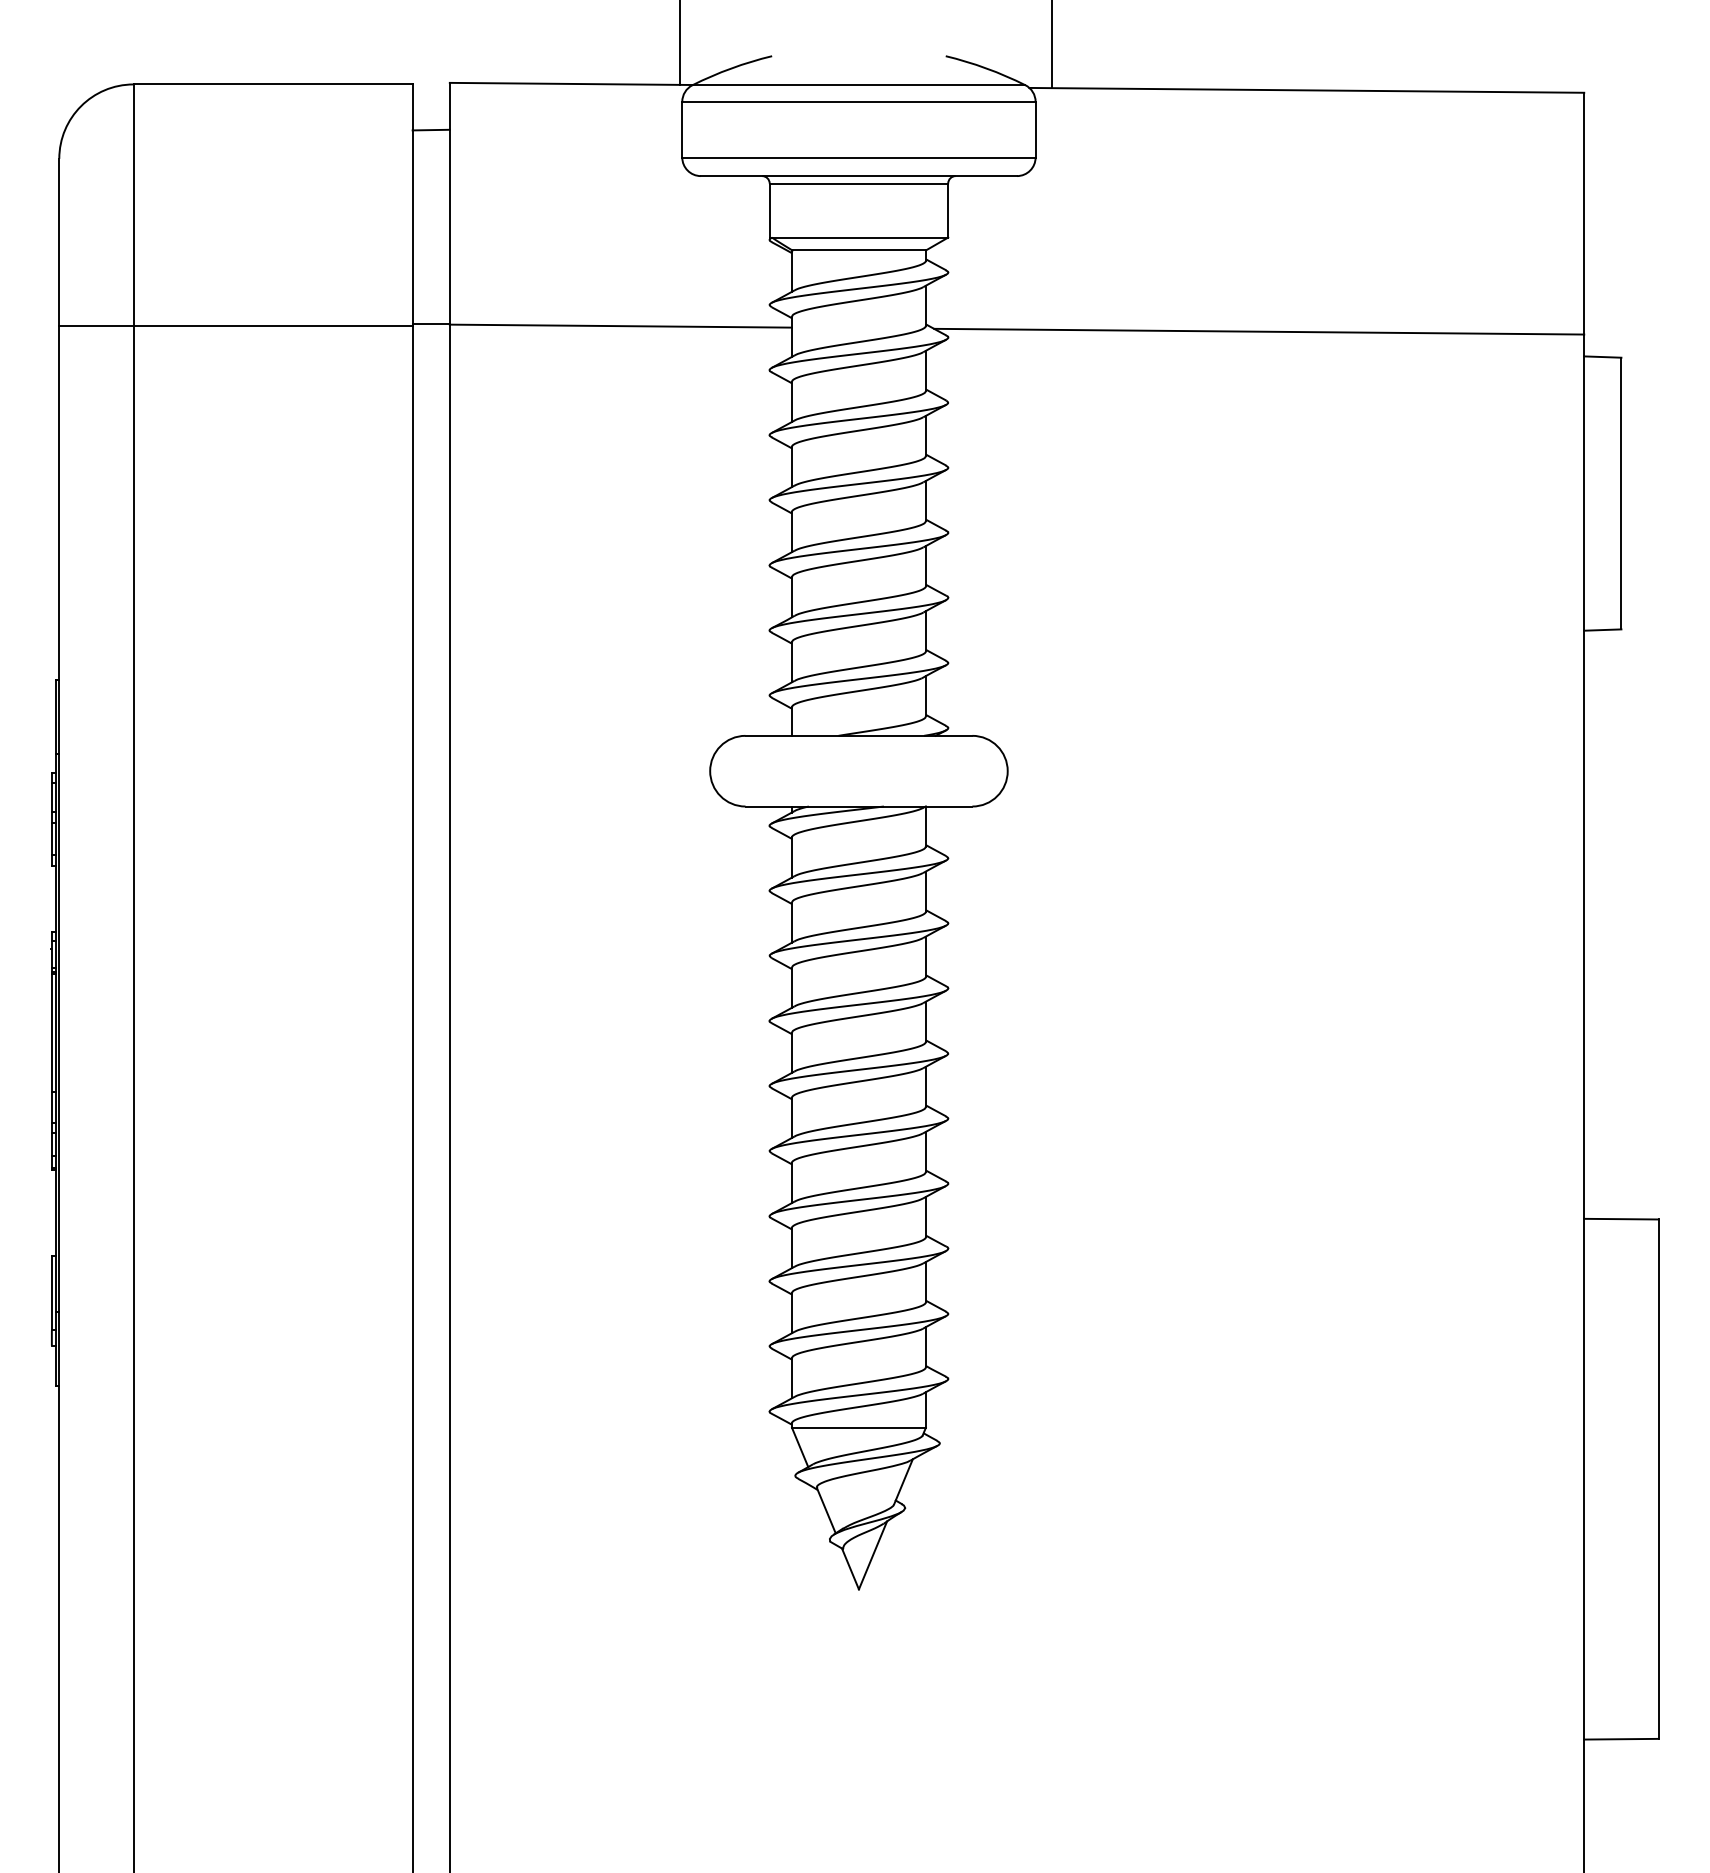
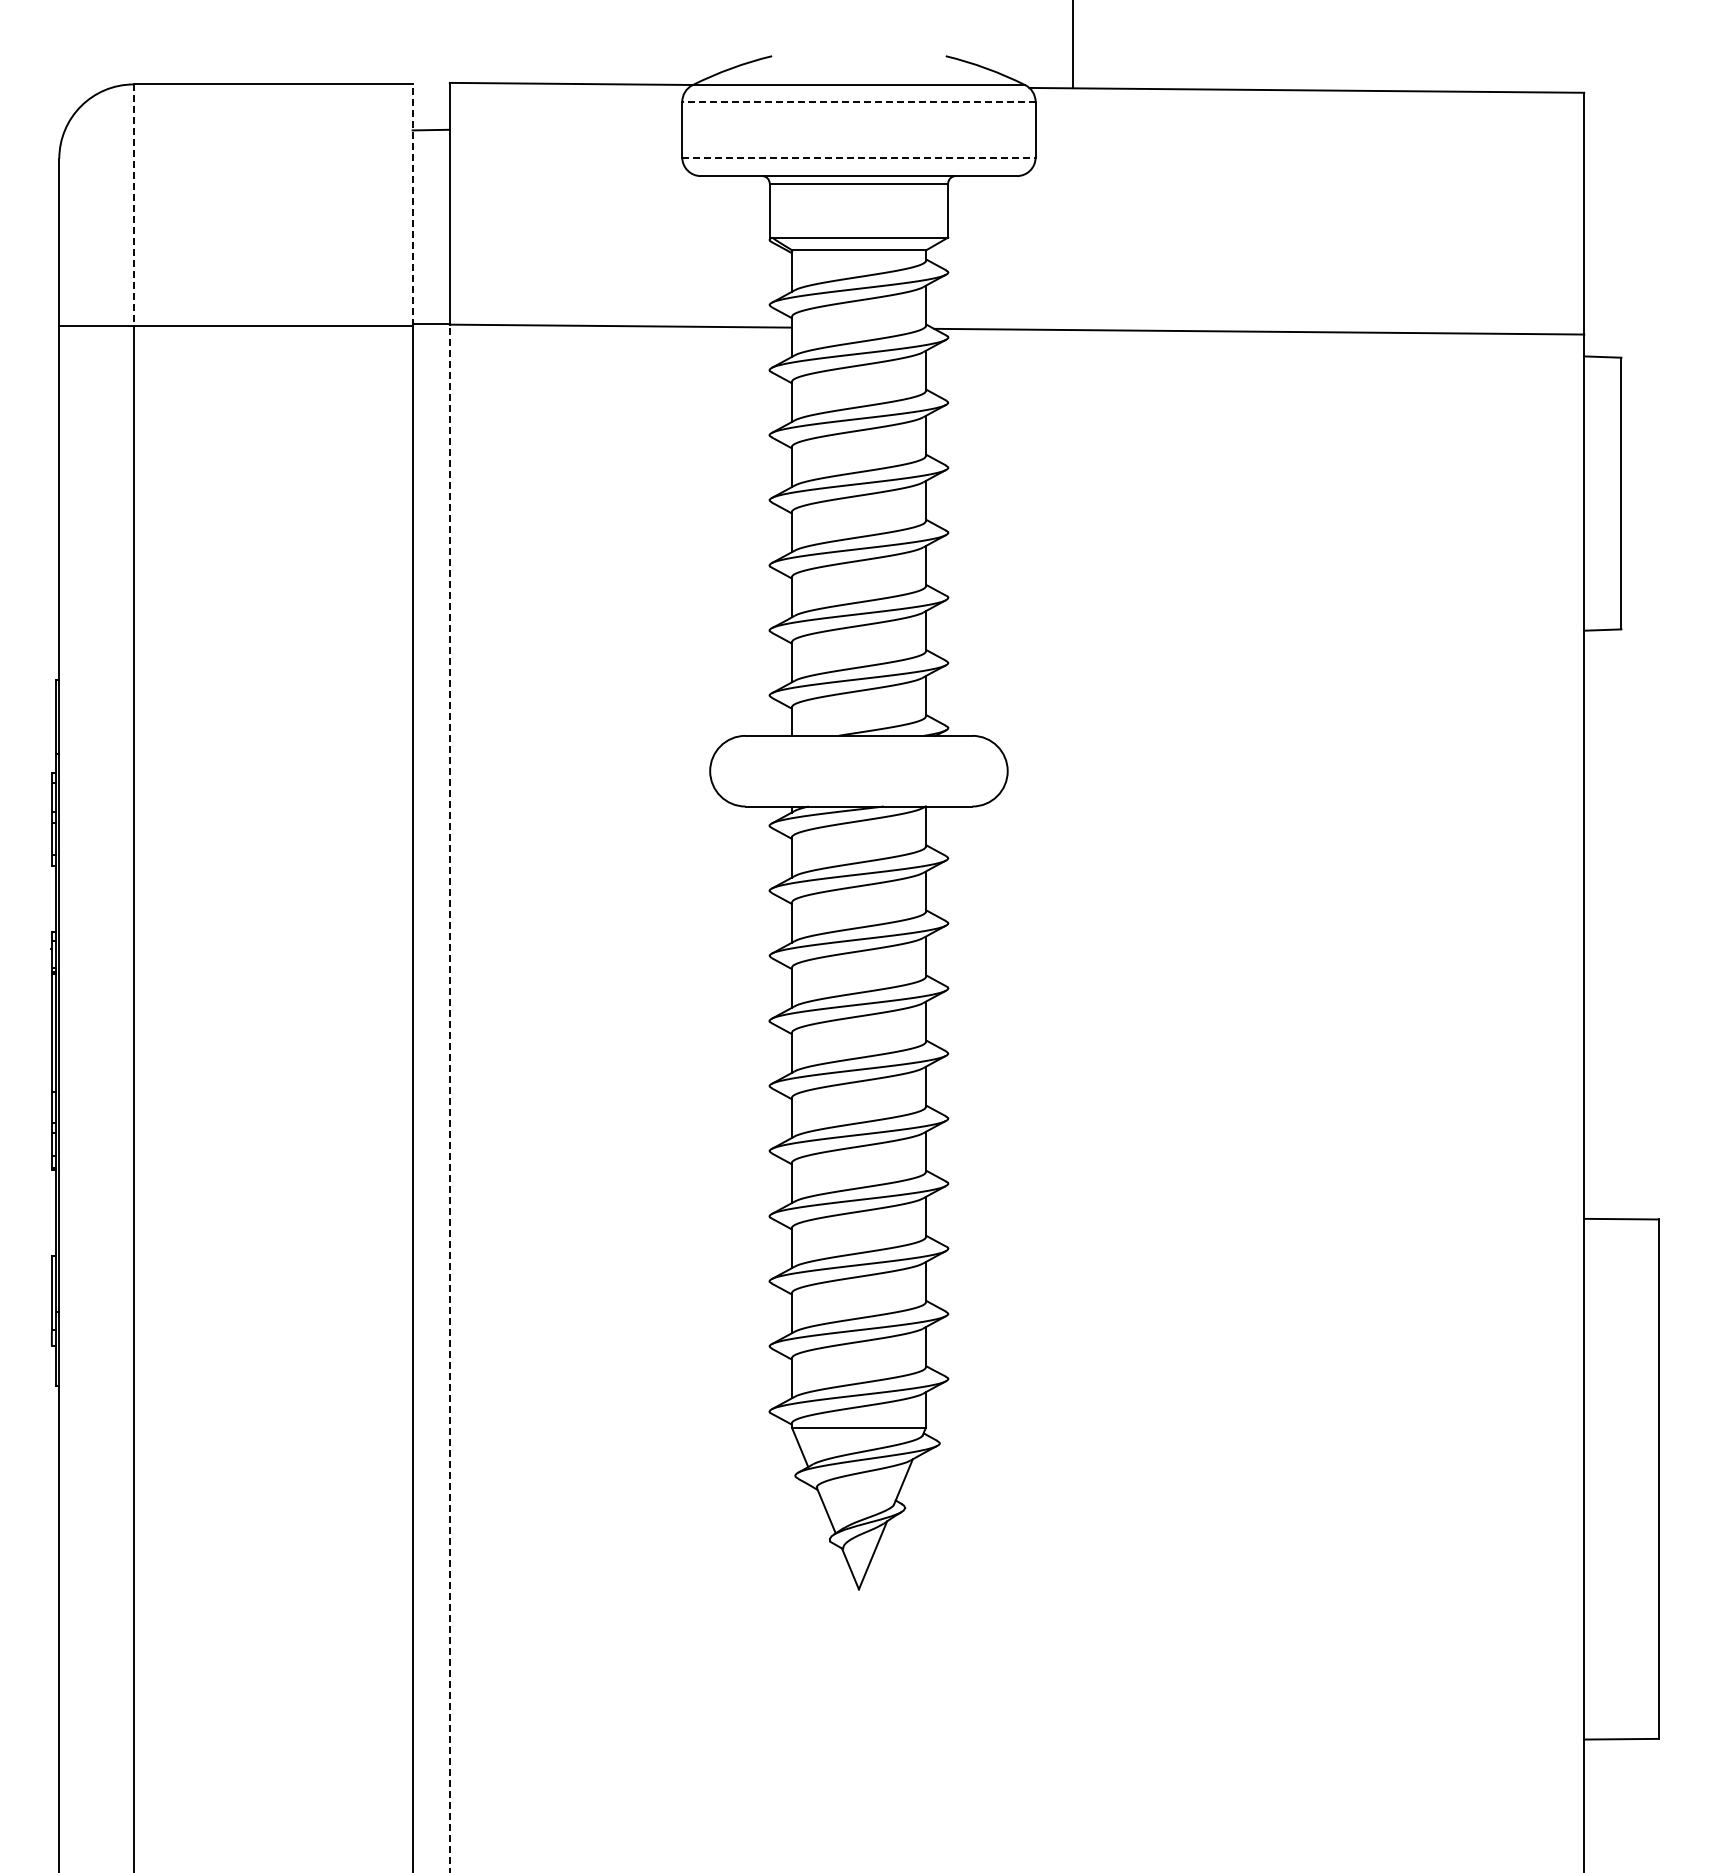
line at (680, 43): present -> none
line at (1052, 45) position: (1052, 45) -> (1073, 45)
line at (858, 101): solid -> dashed
line at (858, 157): solid -> dashed
line at (133, 205): solid -> dashed
line at (412, 205): solid -> dashed
line at (449, 1098): solid -> dashed
